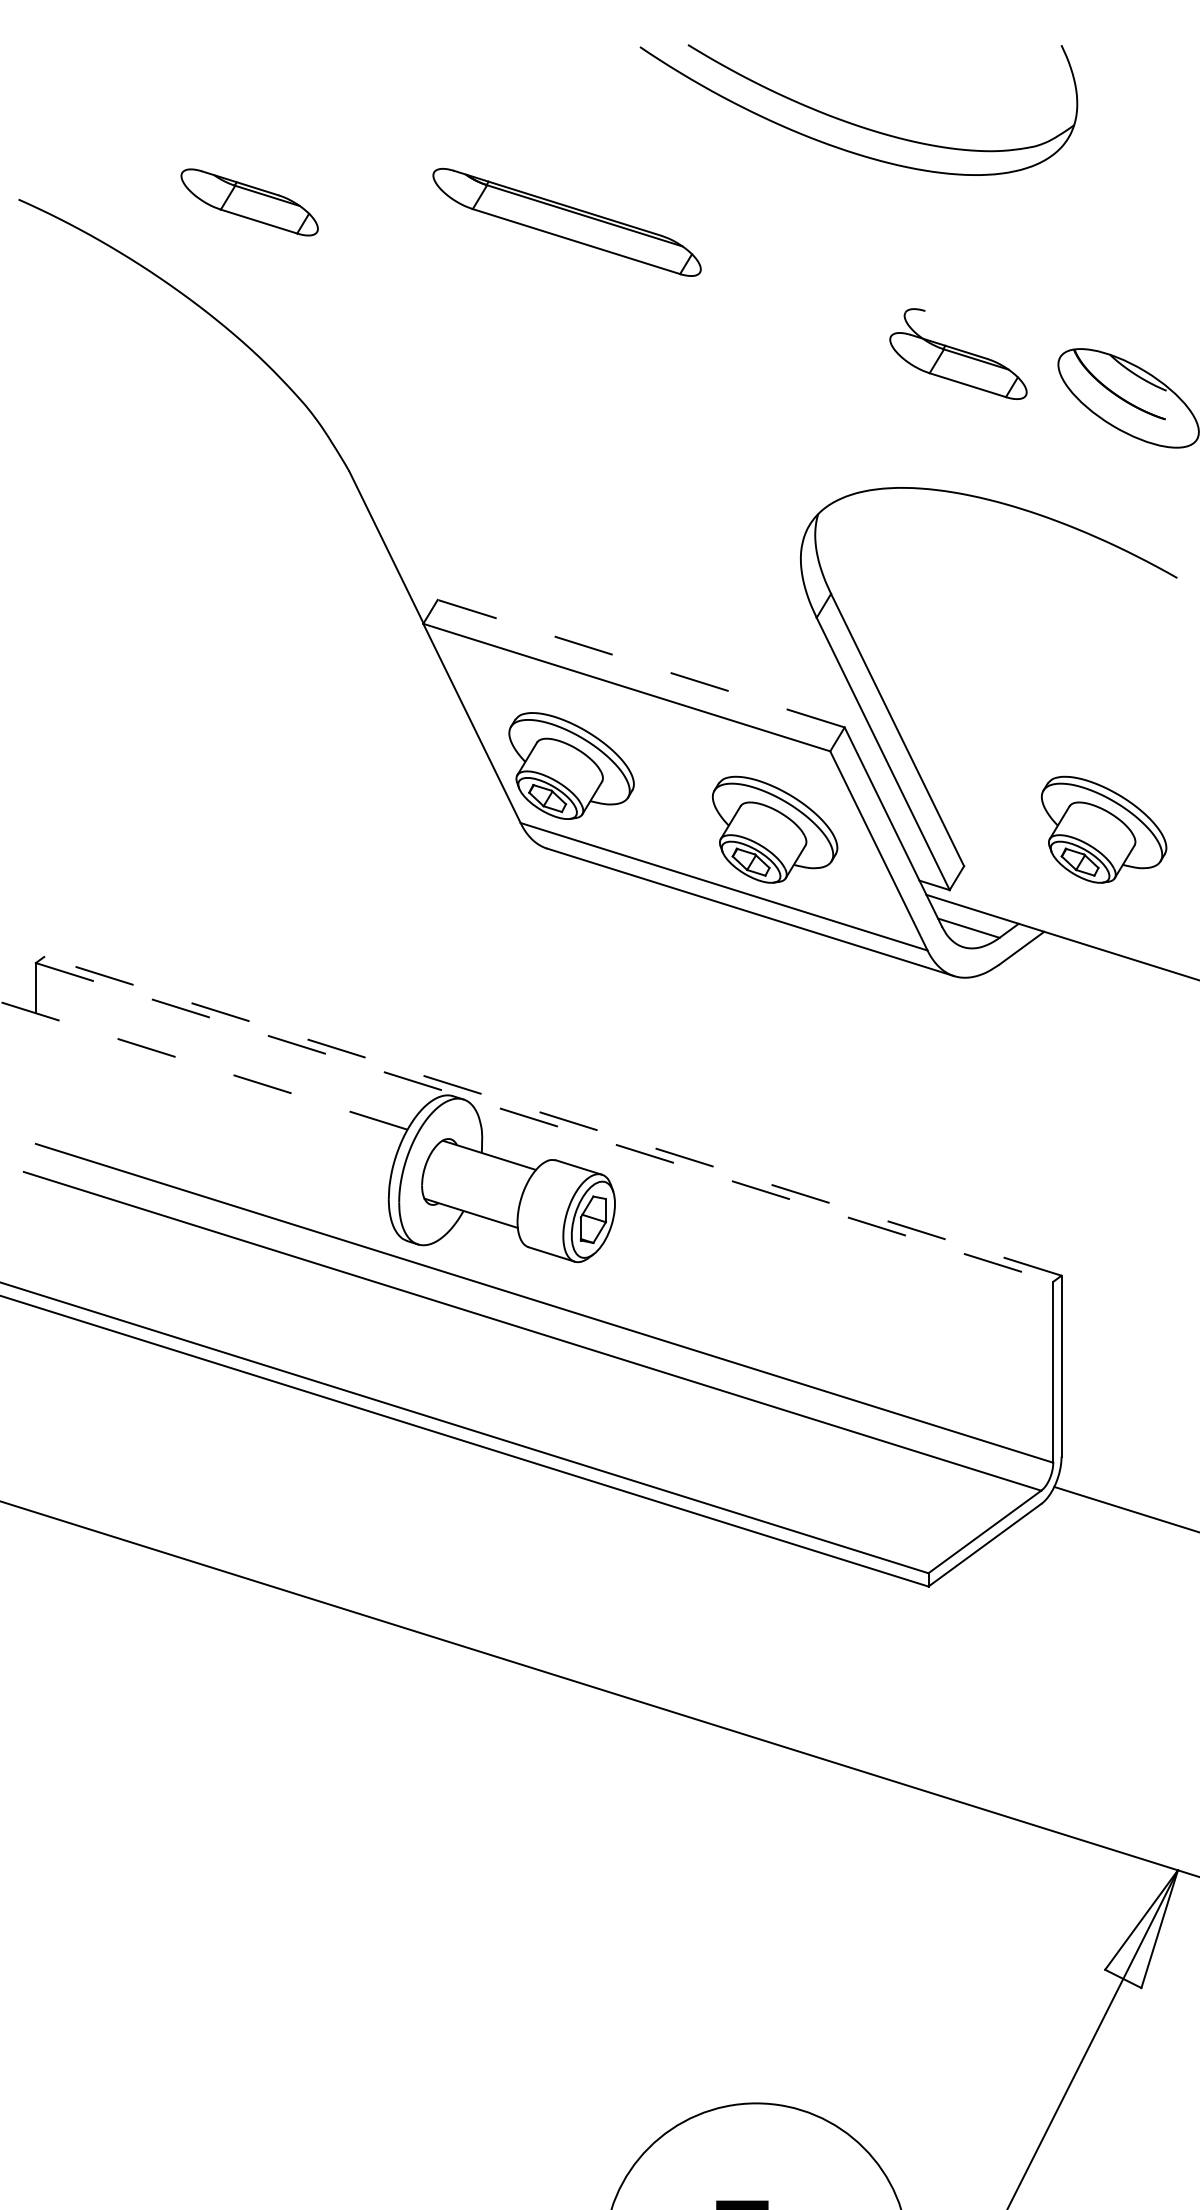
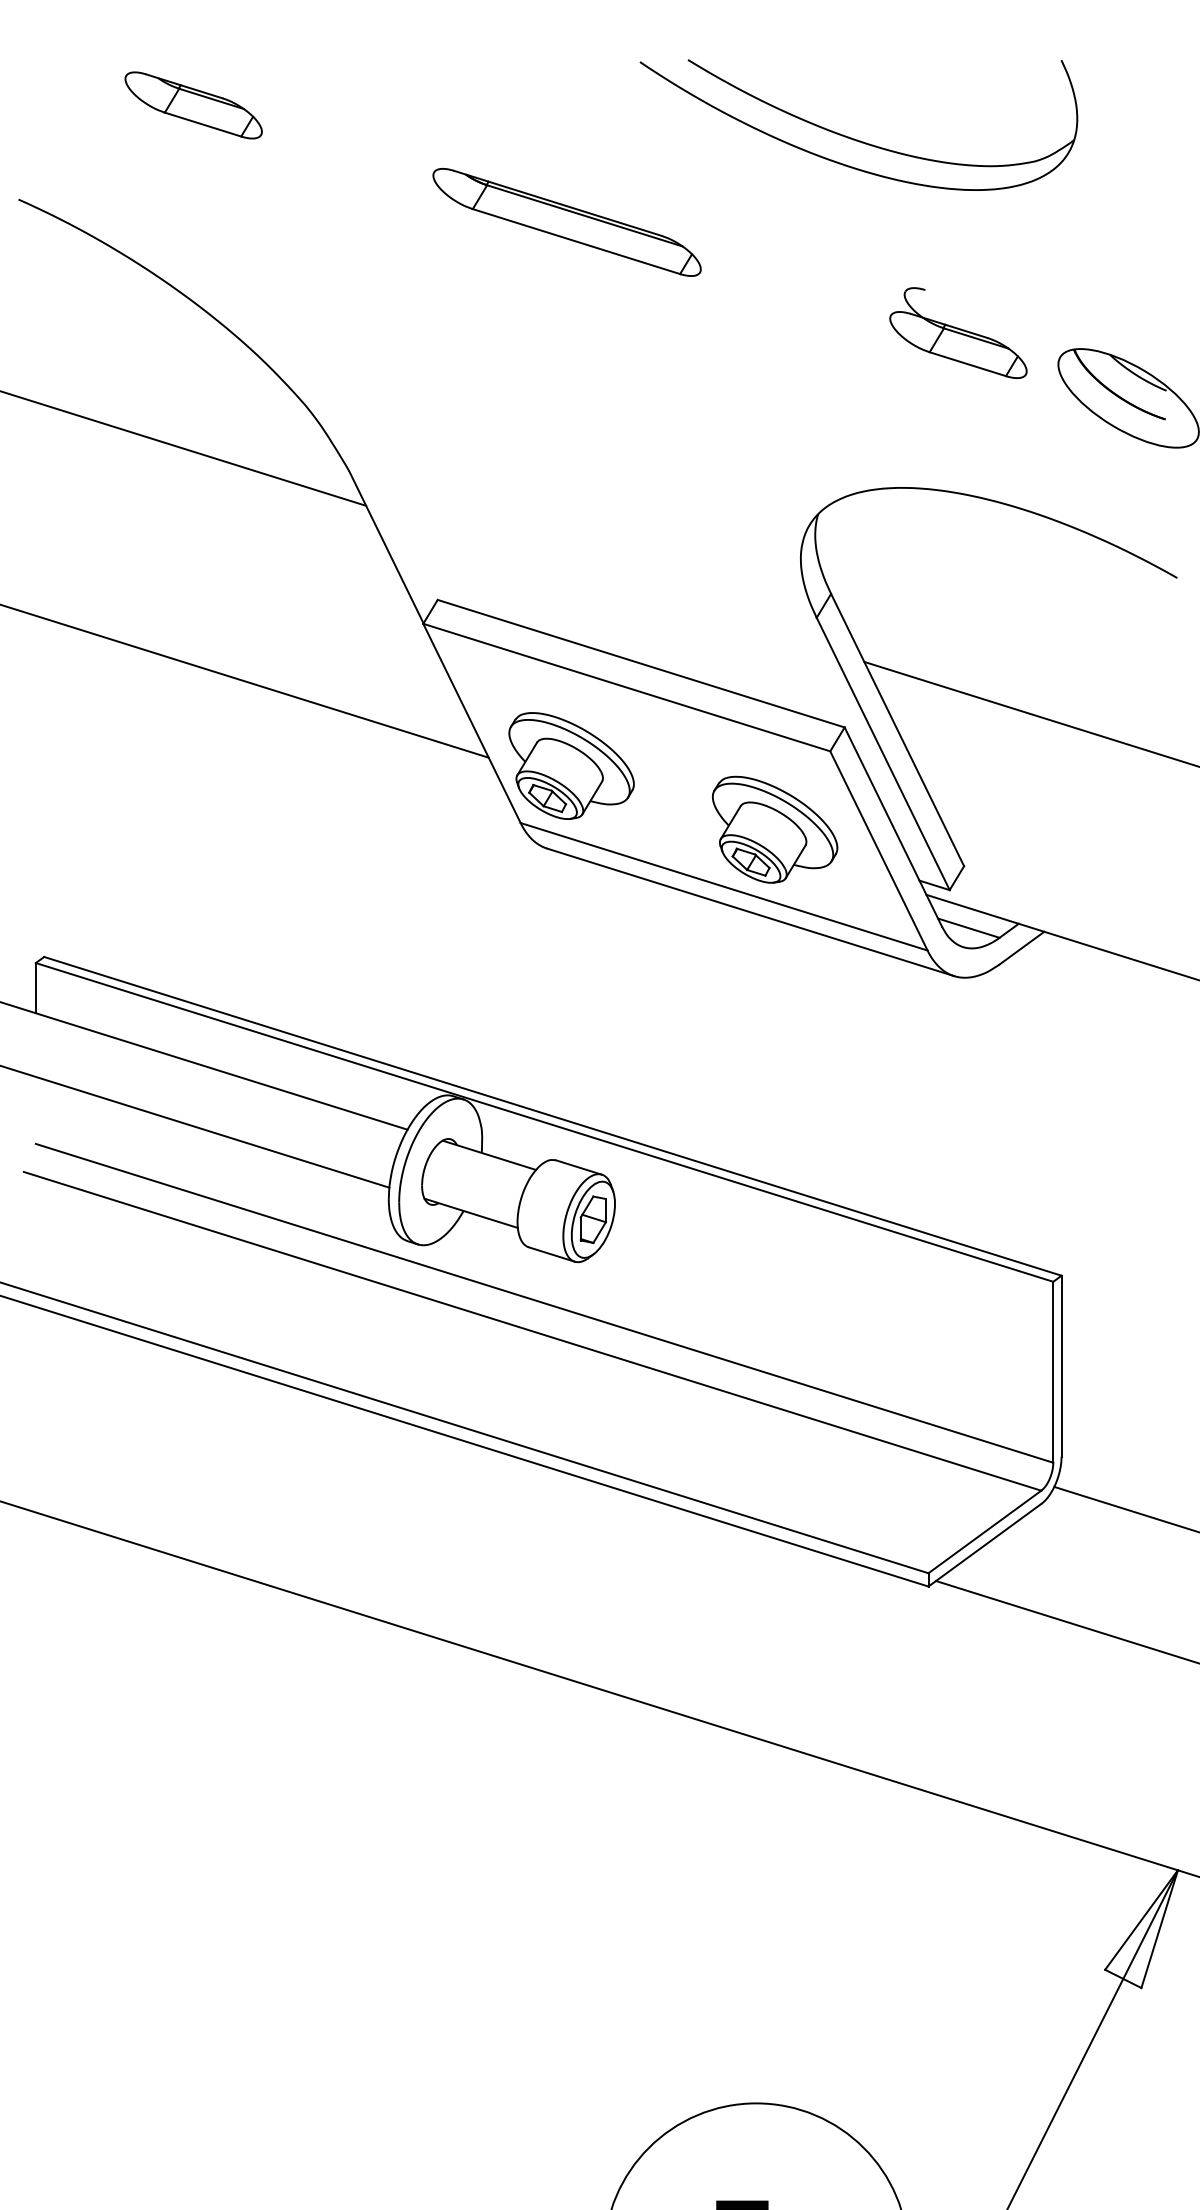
part at (854, 123) position: (854, 123) -> (854, 138)
part at (249, 202) position: (249, 202) -> (193, 105)
part at (958, 353) position: (958, 353) -> (958, 332)
line at (184, 448): none -> present
line at (640, 663): dashed -> solid
line at (245, 681): none -> present
line at (1030, 713): none -> present
part at (1104, 829): present -> none
line at (203, 1065): dashed -> solid
line at (552, 1116): dashed -> solid
line at (545, 1122): dashed -> solid
line at (195, 1126): none -> present
line at (1066, 1621): none -> present
